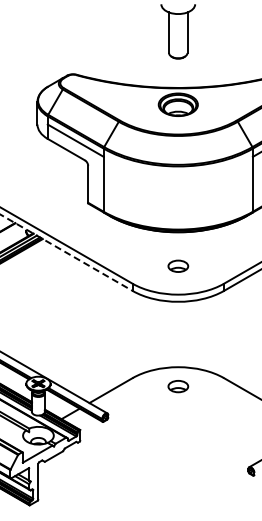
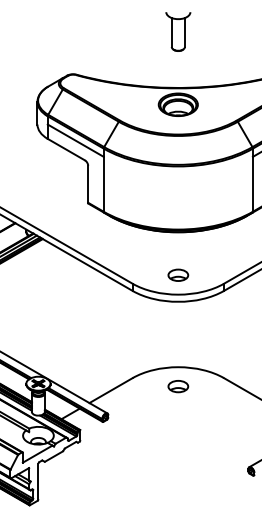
part at (177, 31) size: 36x56 px -> 27x40 px
line at (66, 252): dashed -> solid
part at (178, 265) position: (178, 265) -> (178, 274)
